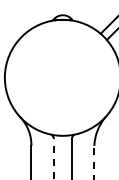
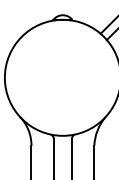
line at (53, 159): dashed -> solid
line at (94, 162): dashed -> solid
